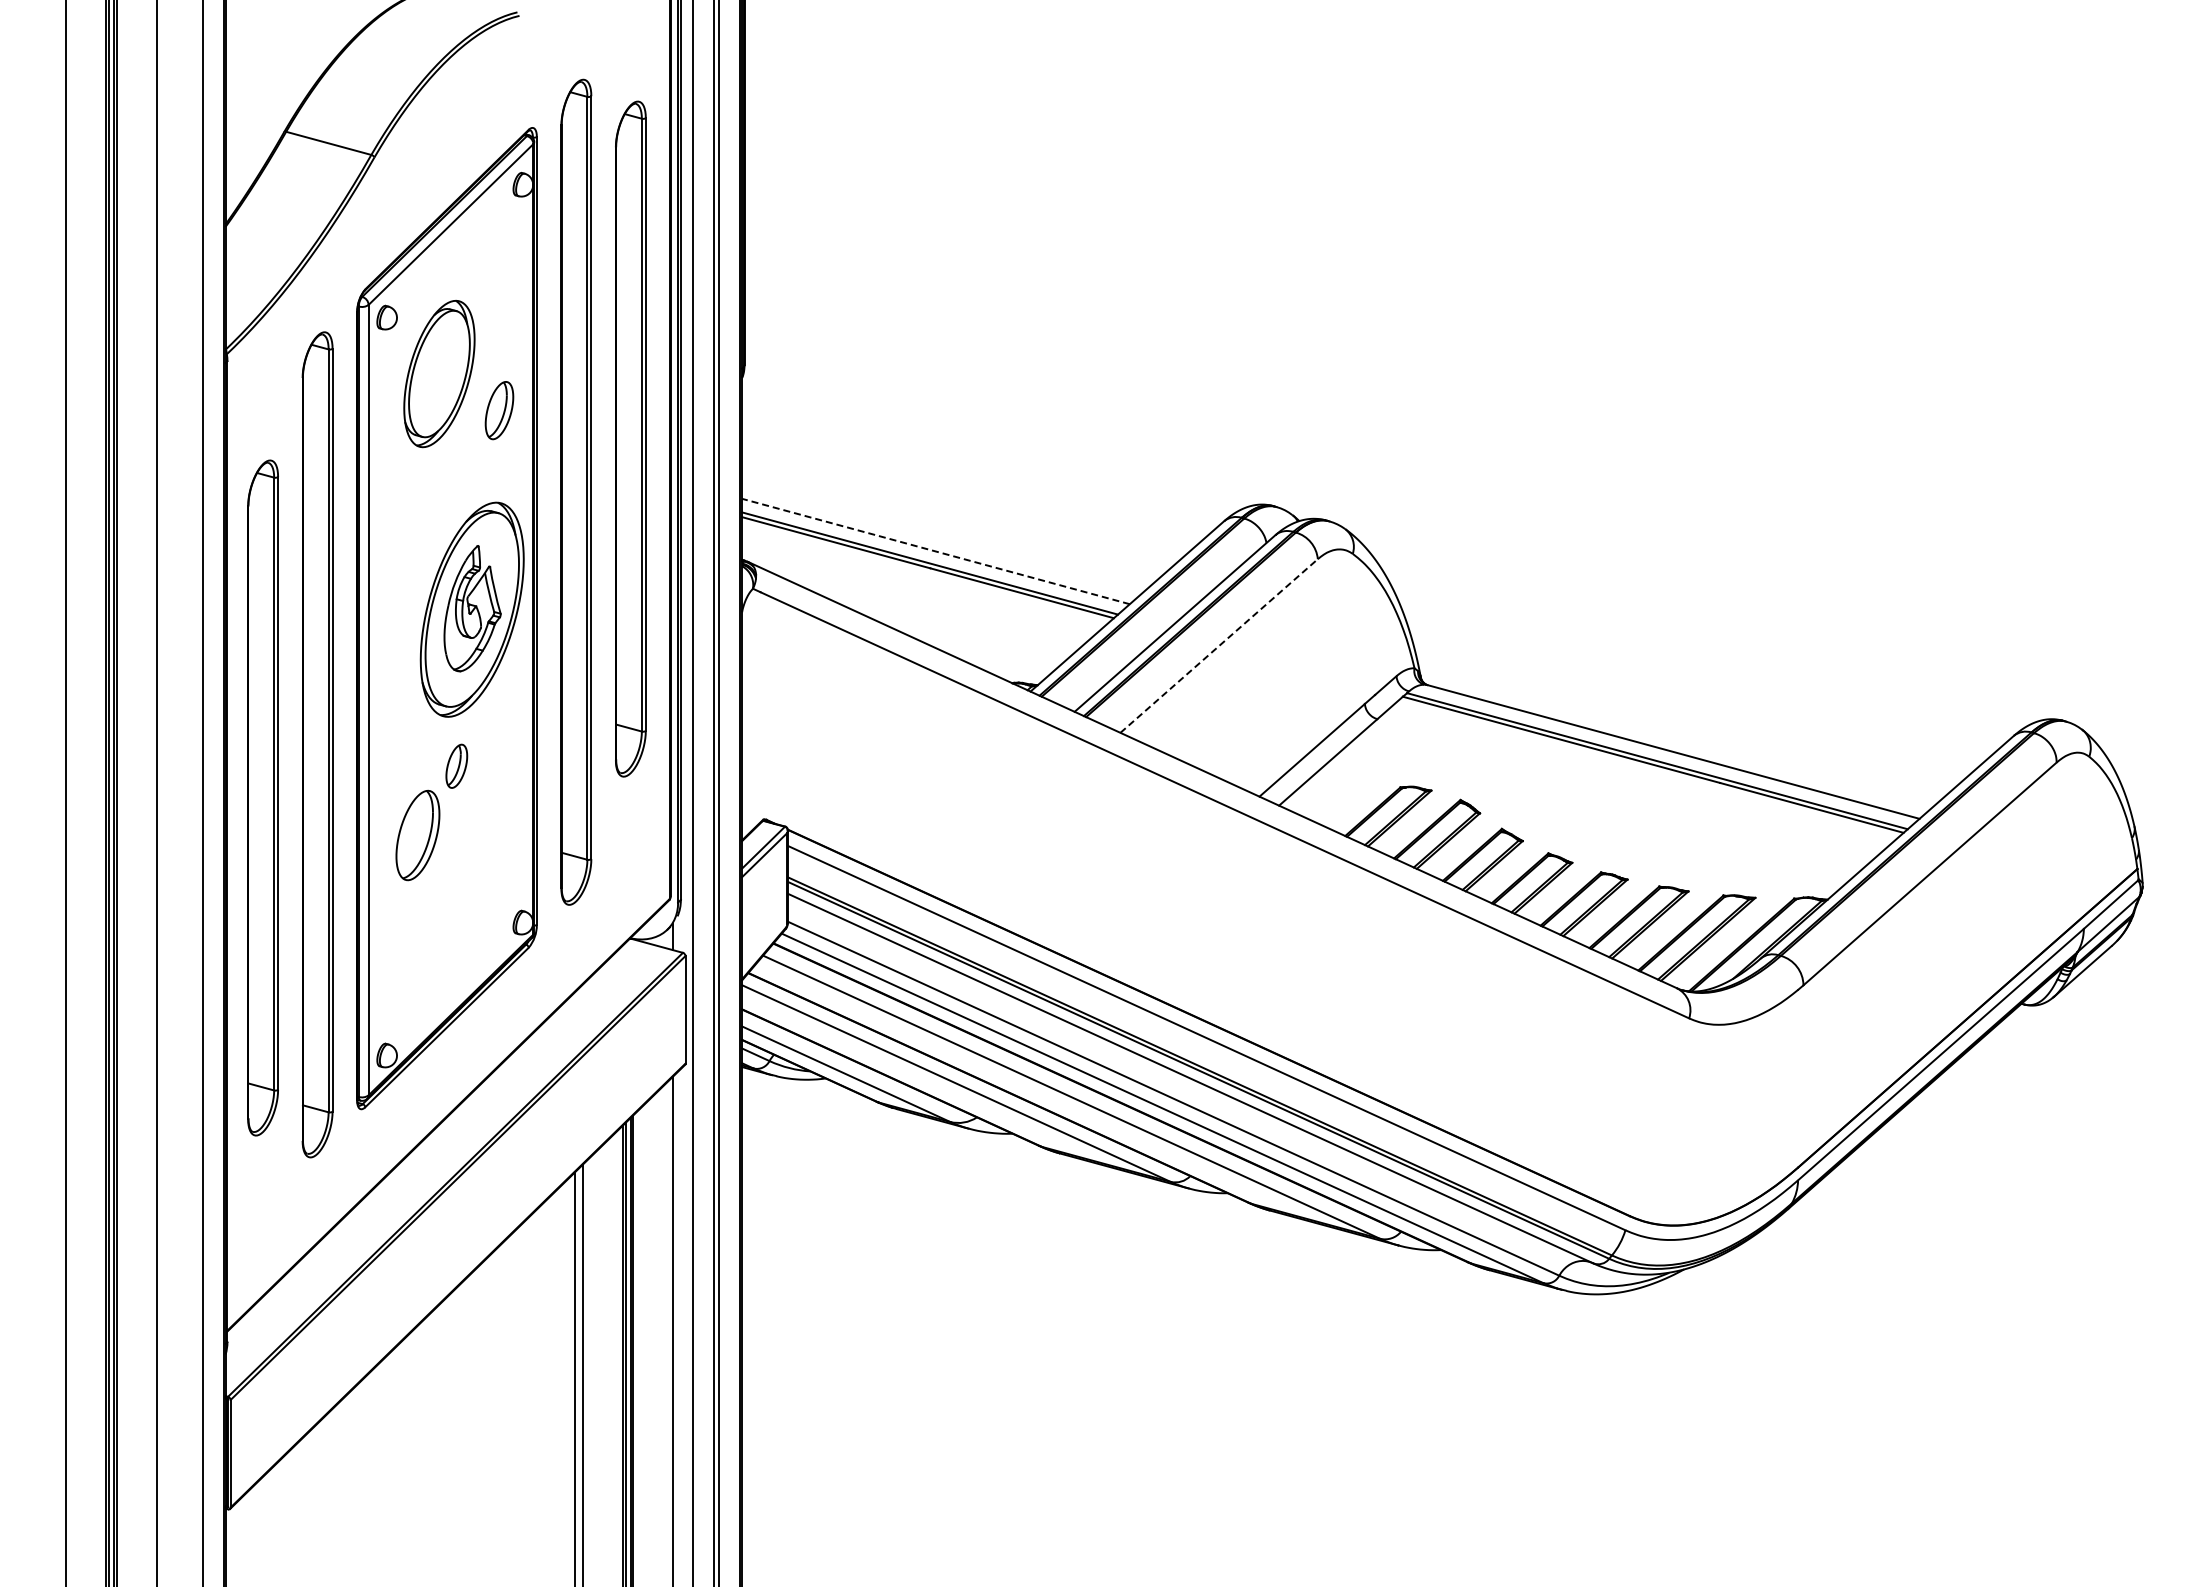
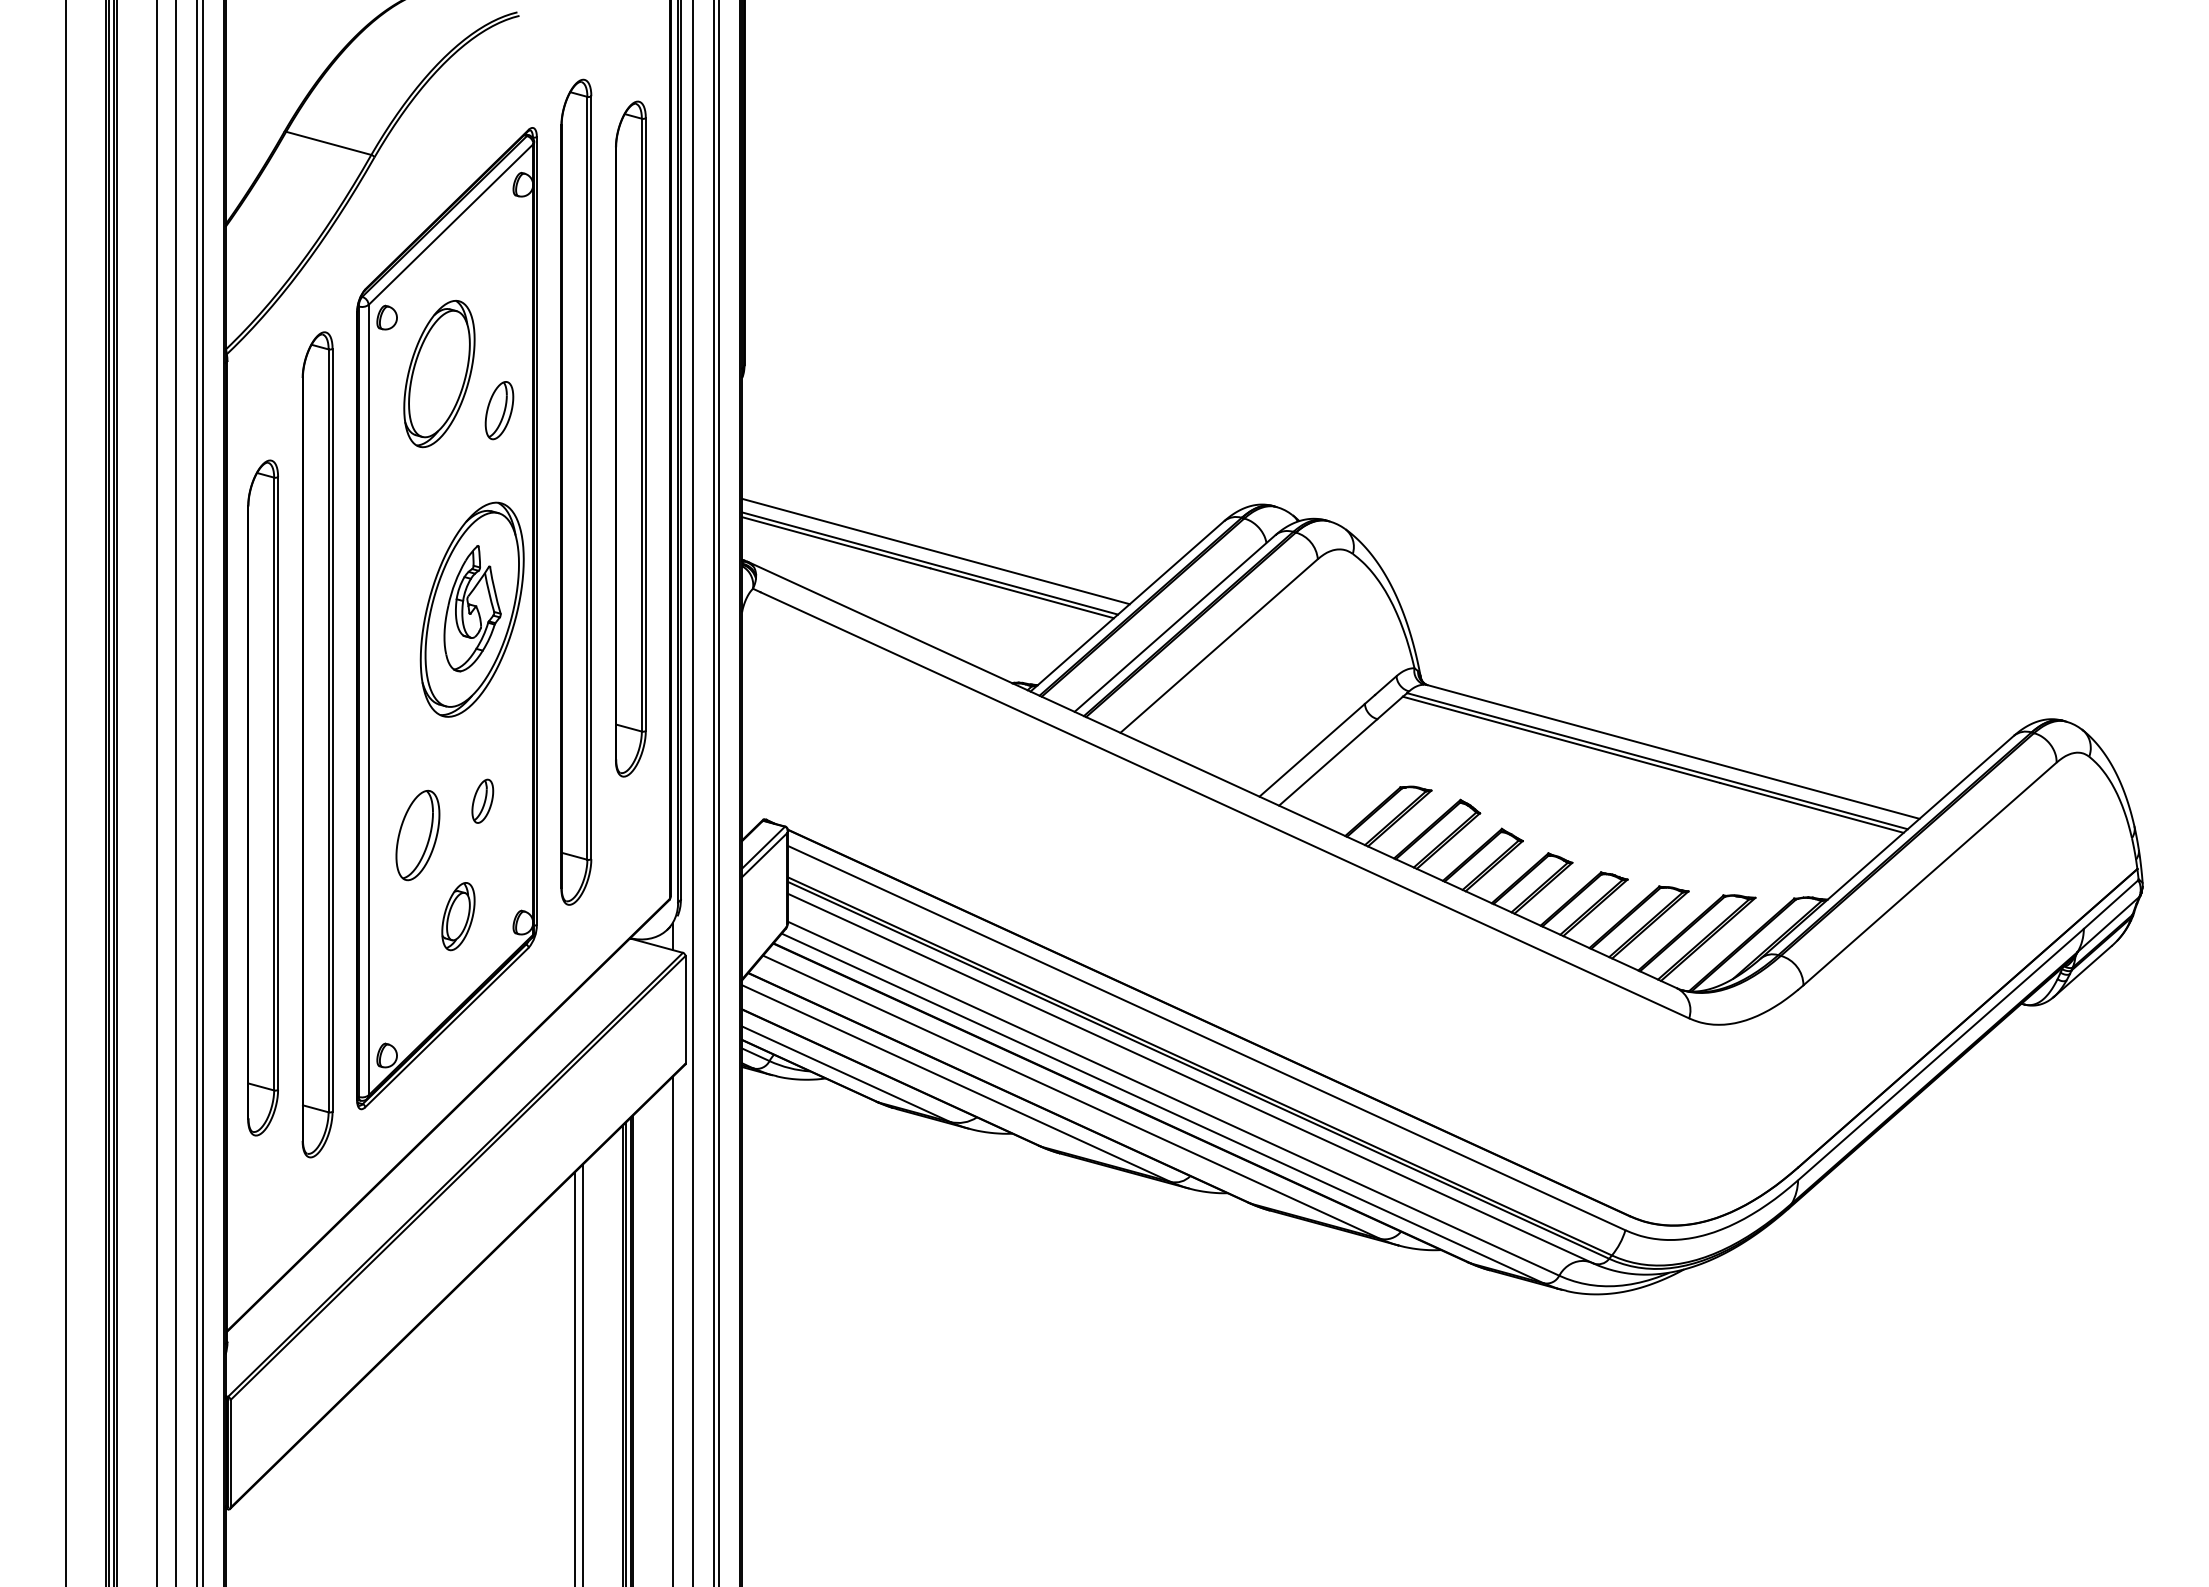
line at (935, 551): dashed -> solid
line at (1219, 645): dashed -> solid
part at (456, 765) position: (456, 765) -> (482, 800)
line at (176, 792): none -> present
line at (197, 792): none -> present
part at (458, 916): none -> present
